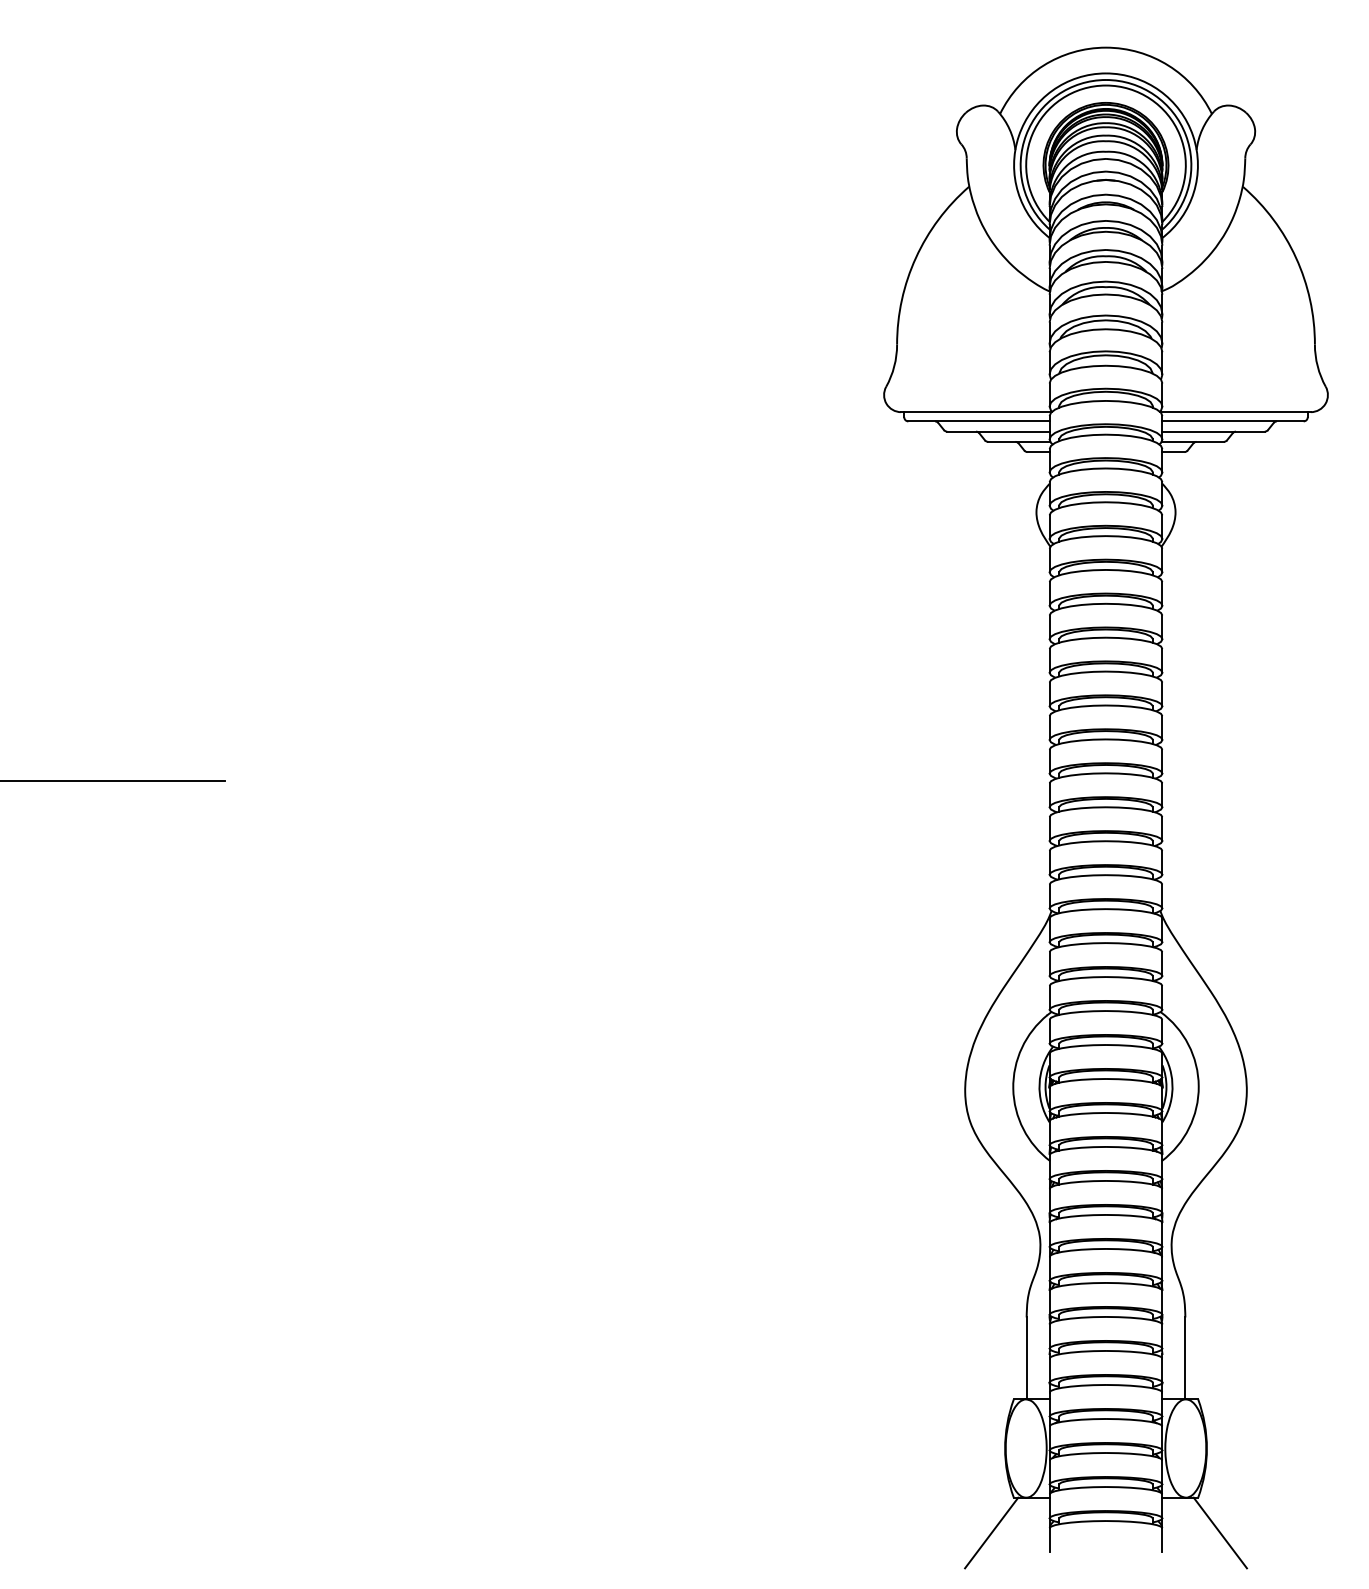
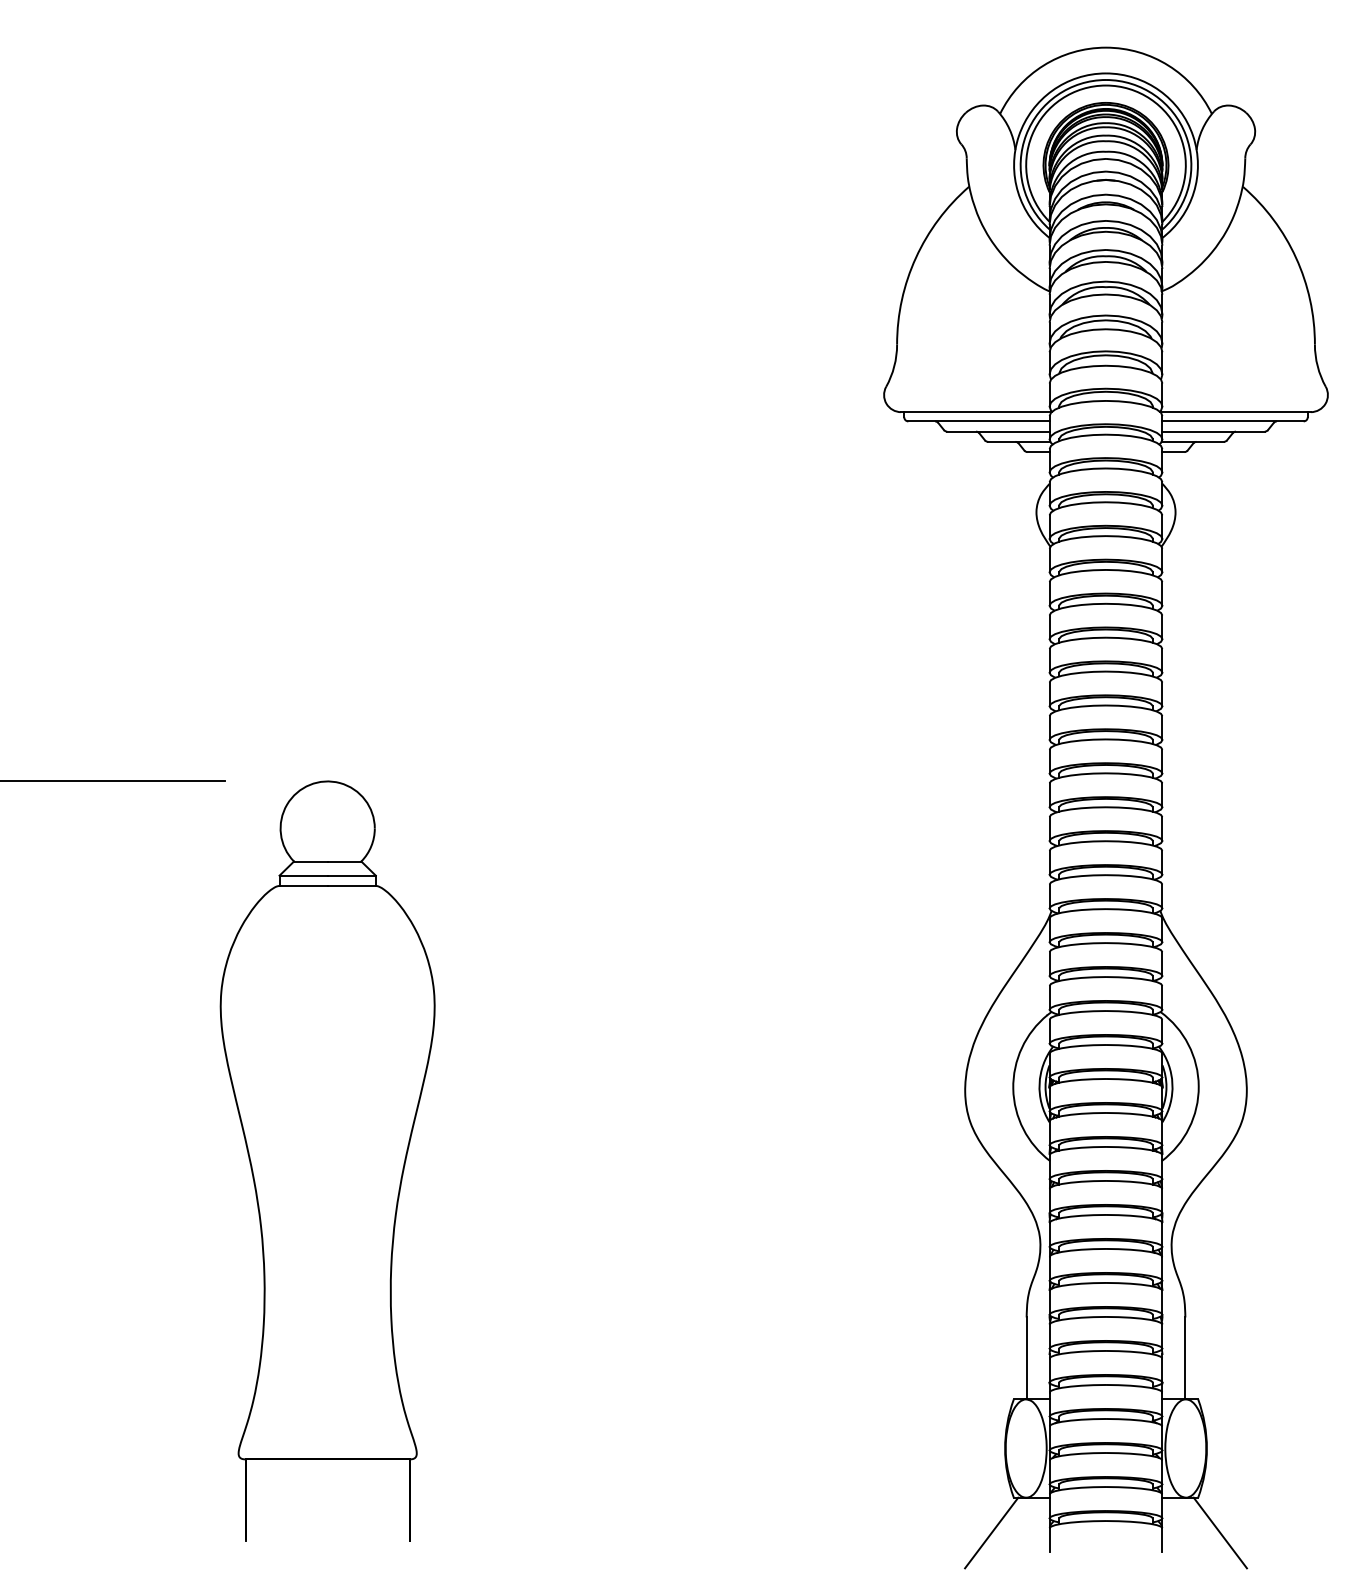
part at (327, 1160): none -> present
